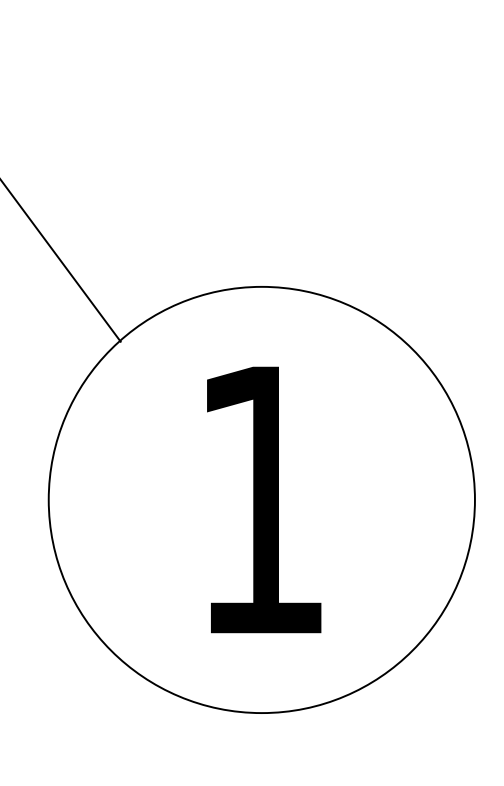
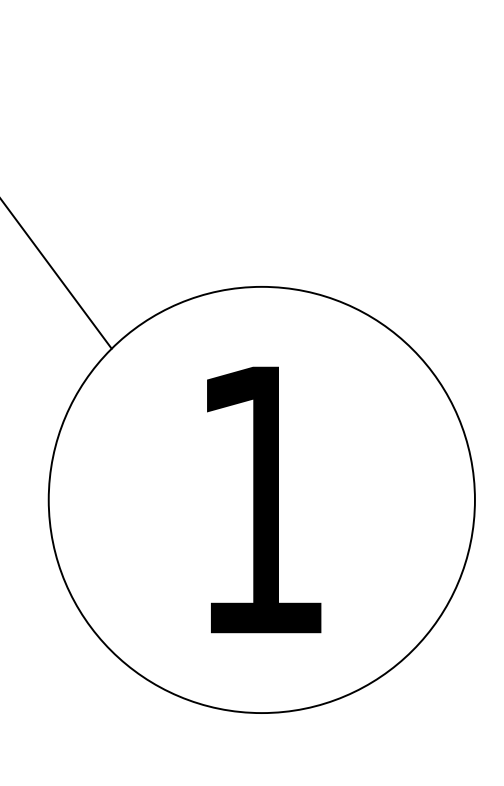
line at (61, 261) position: (61, 261) -> (56, 274)
